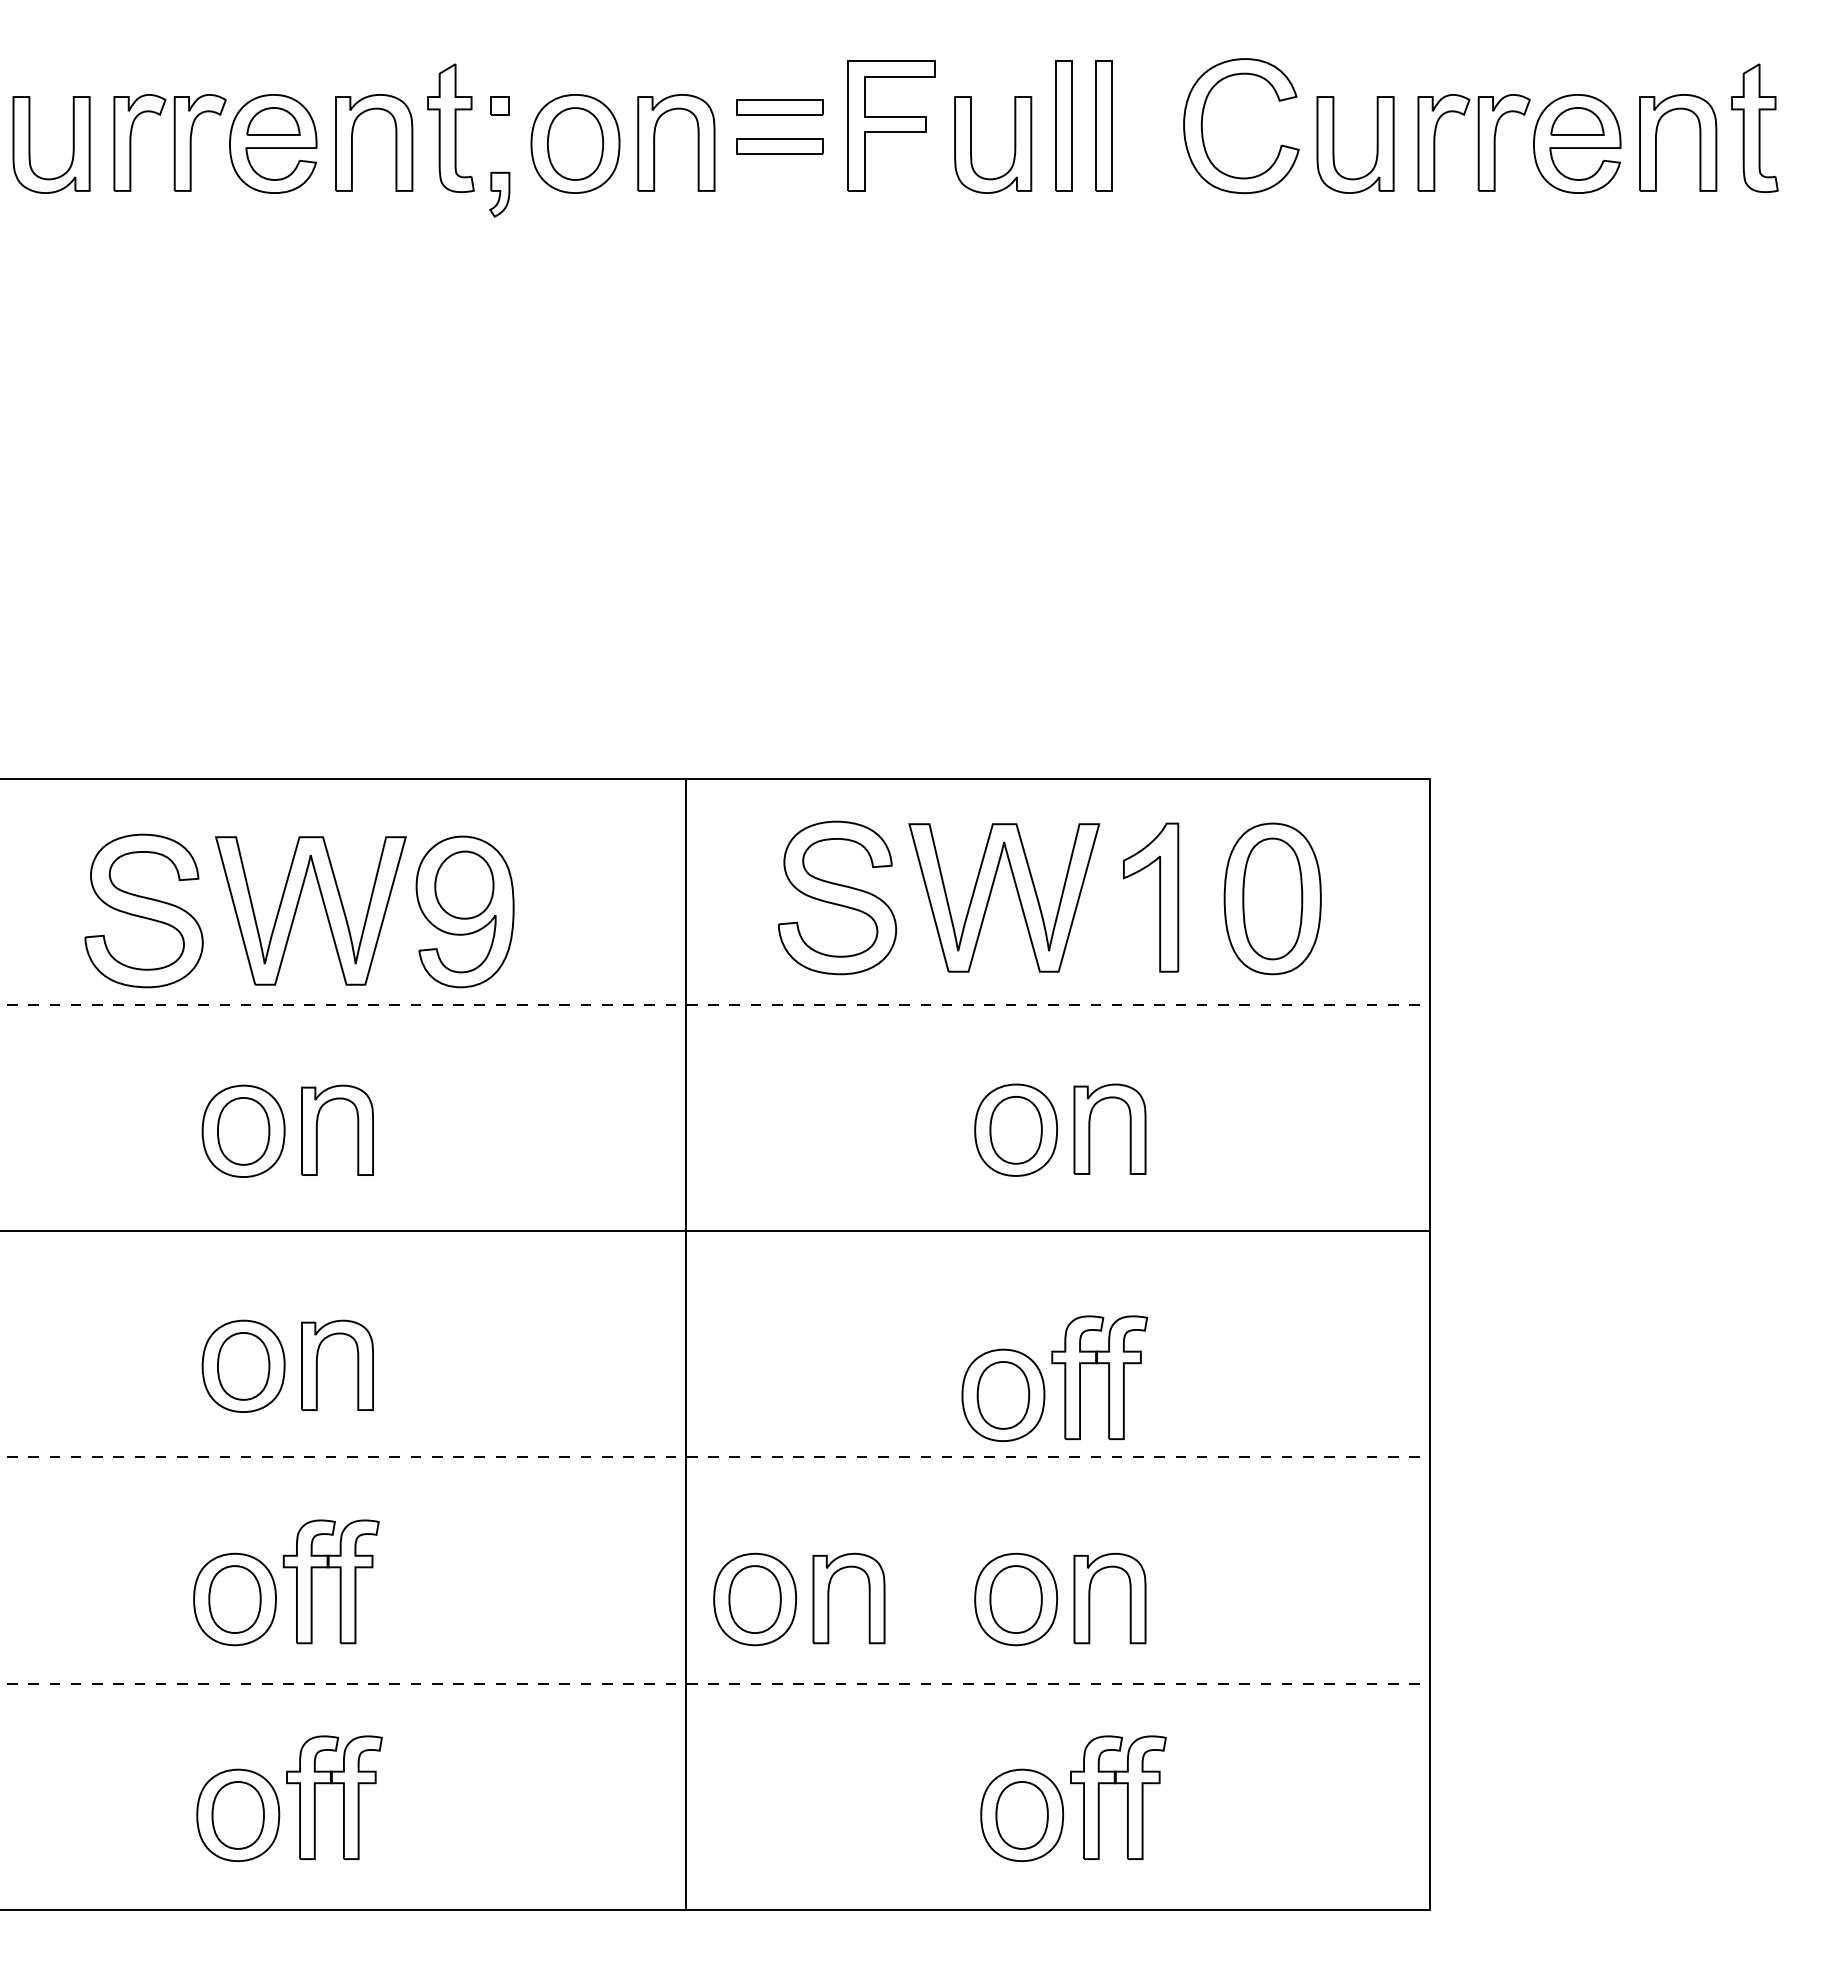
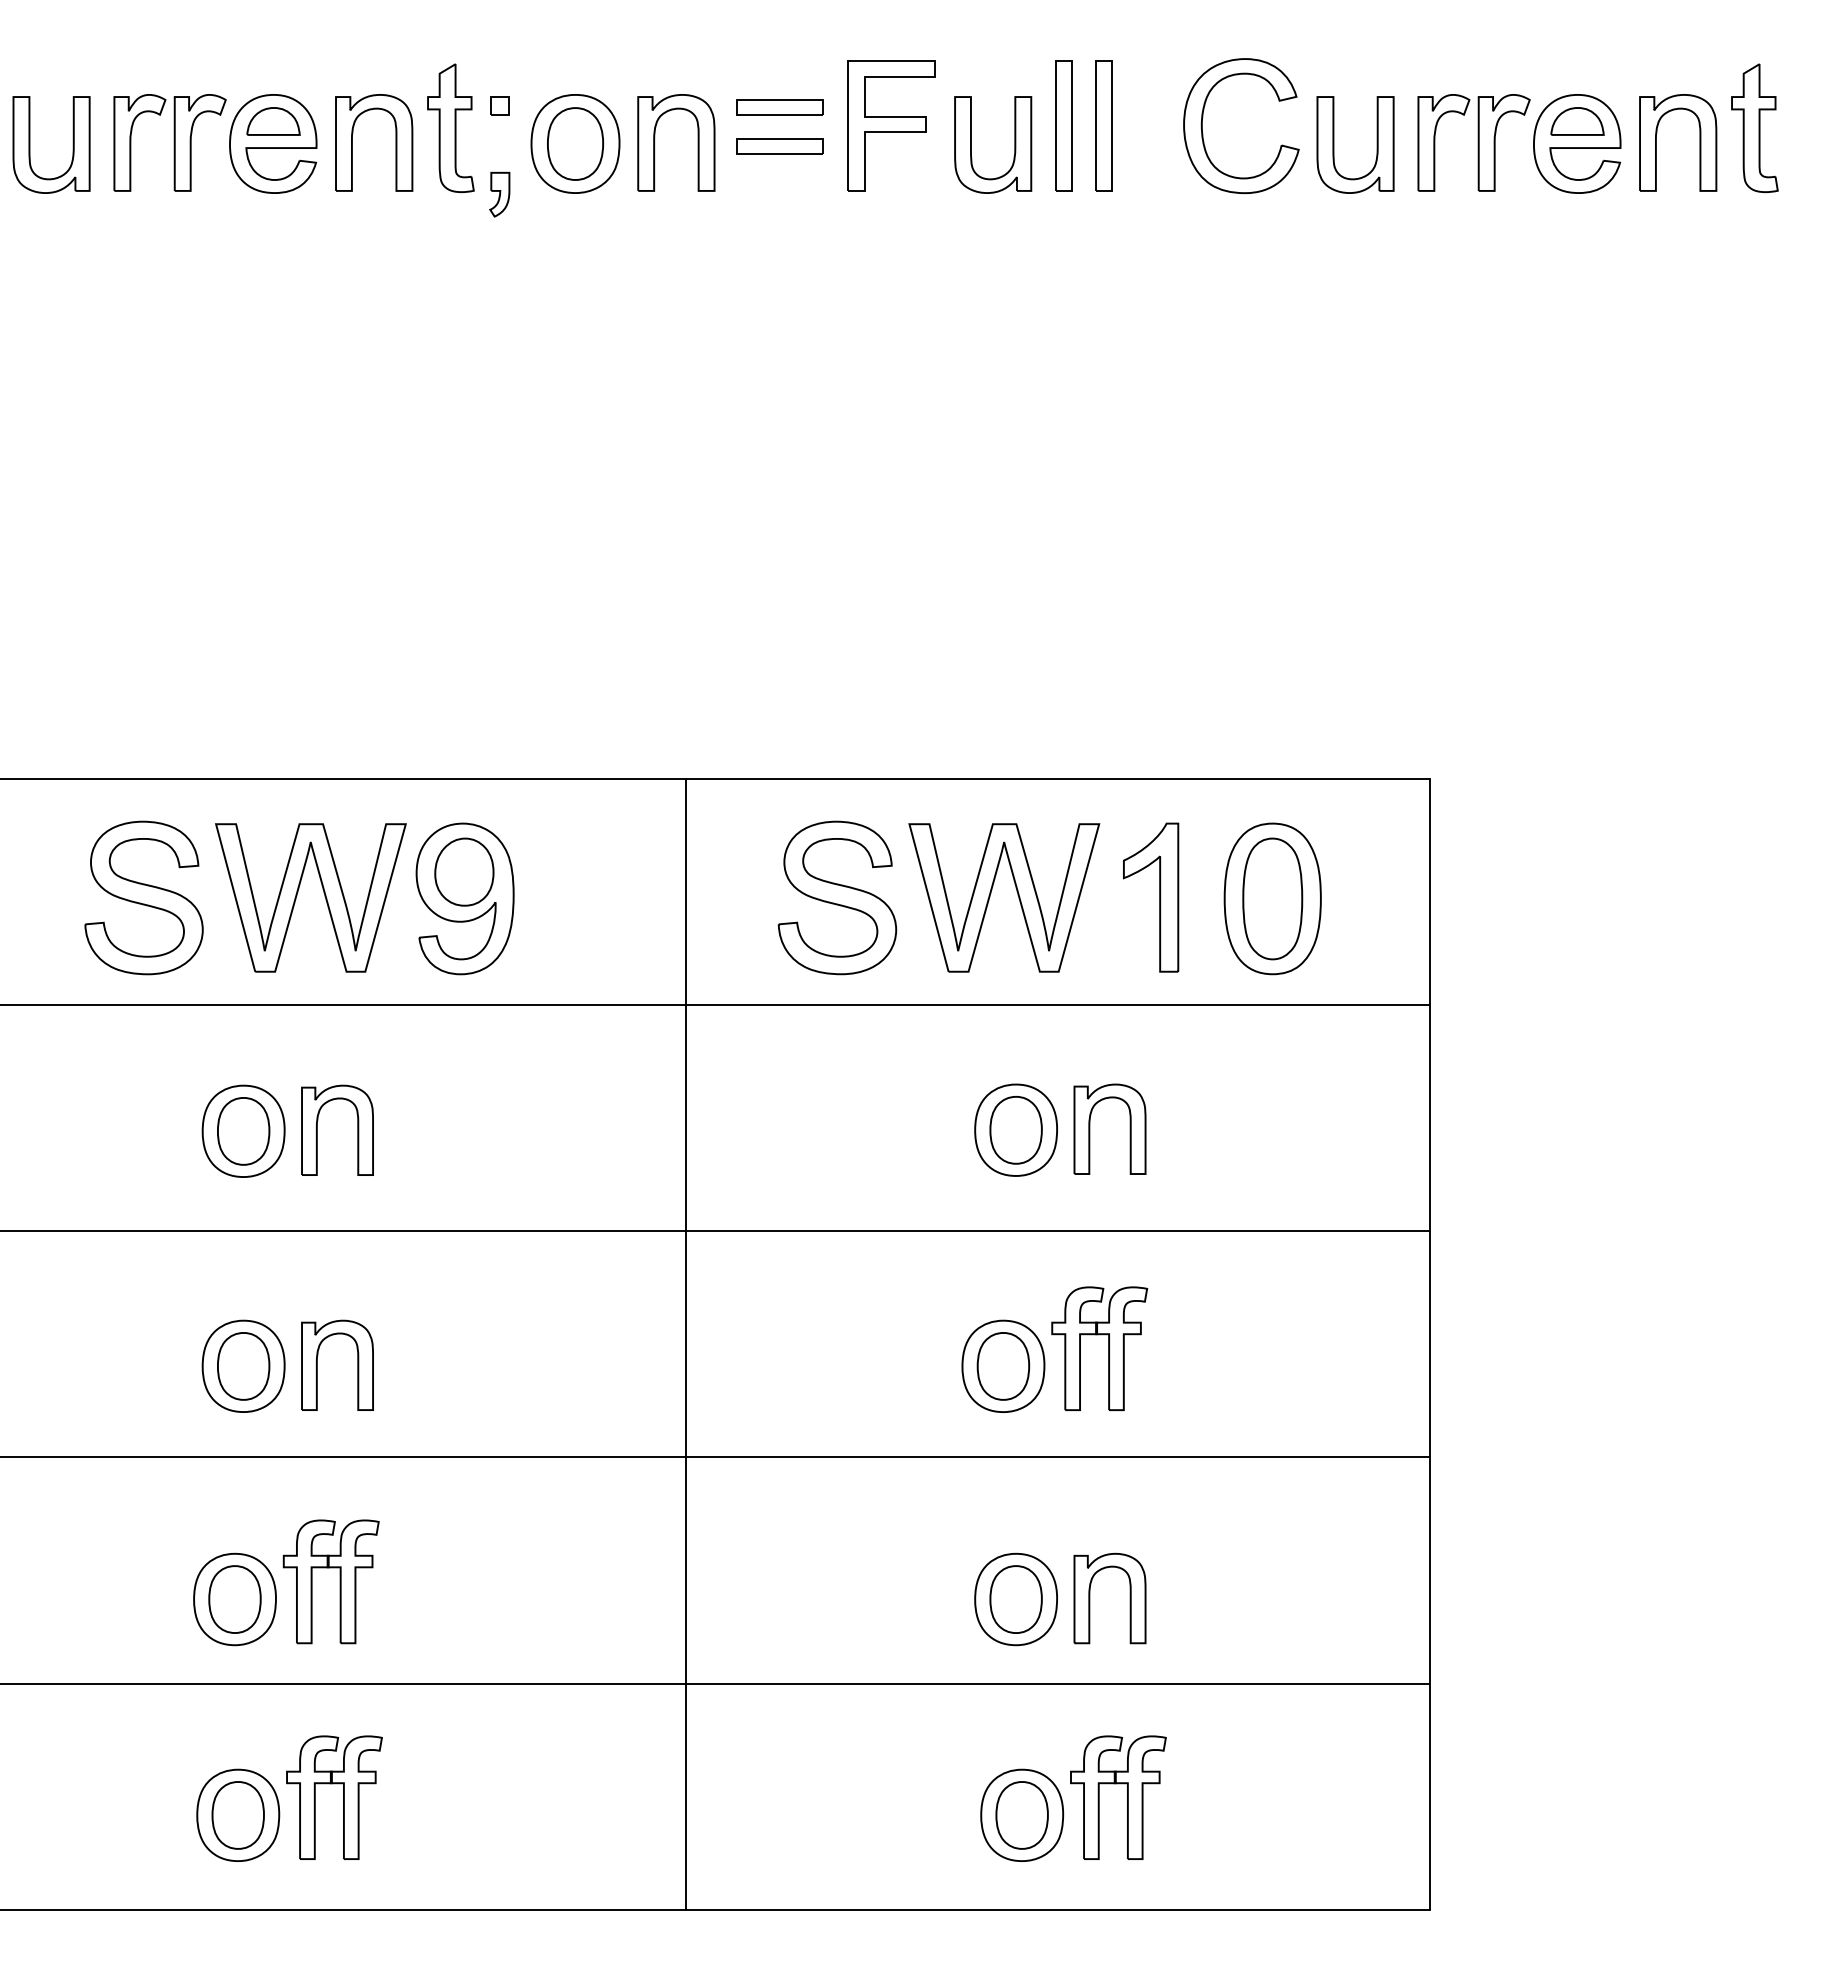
part at (299, 910) position: (299, 910) -> (299, 897)
line at (715, 1004): dashed -> solid
part at (1064, 1378) position: (1064, 1378) -> (1064, 1349)
line at (715, 1457): dashed -> solid
part at (799, 1599): present -> none
line at (715, 1683): dashed -> solid
